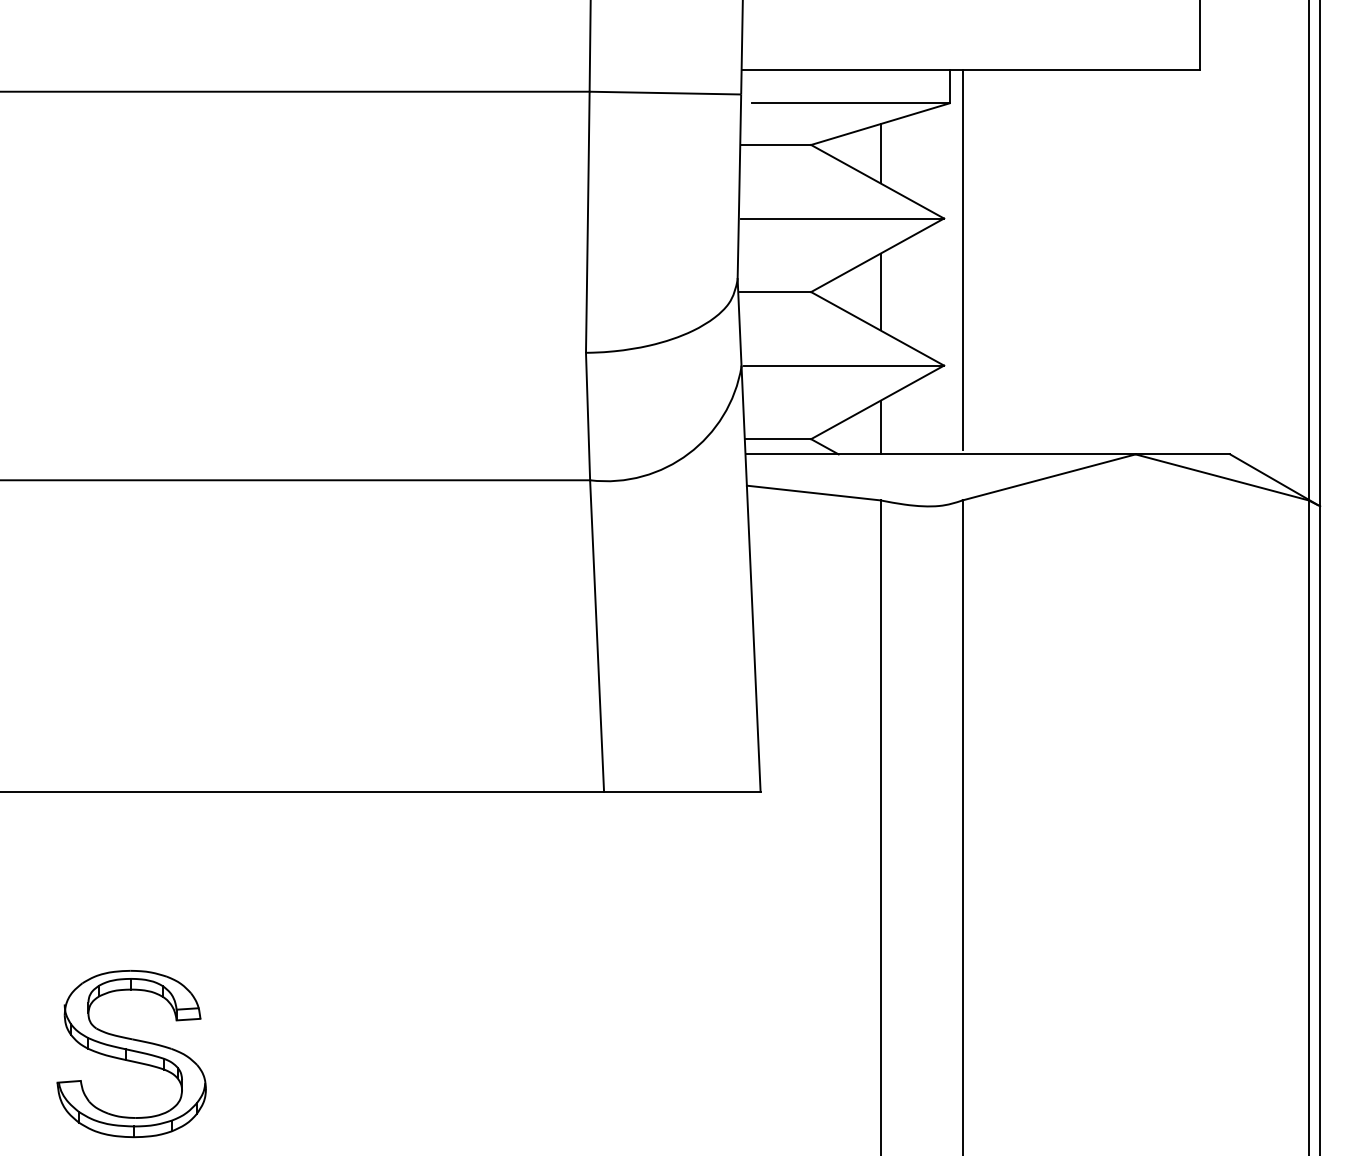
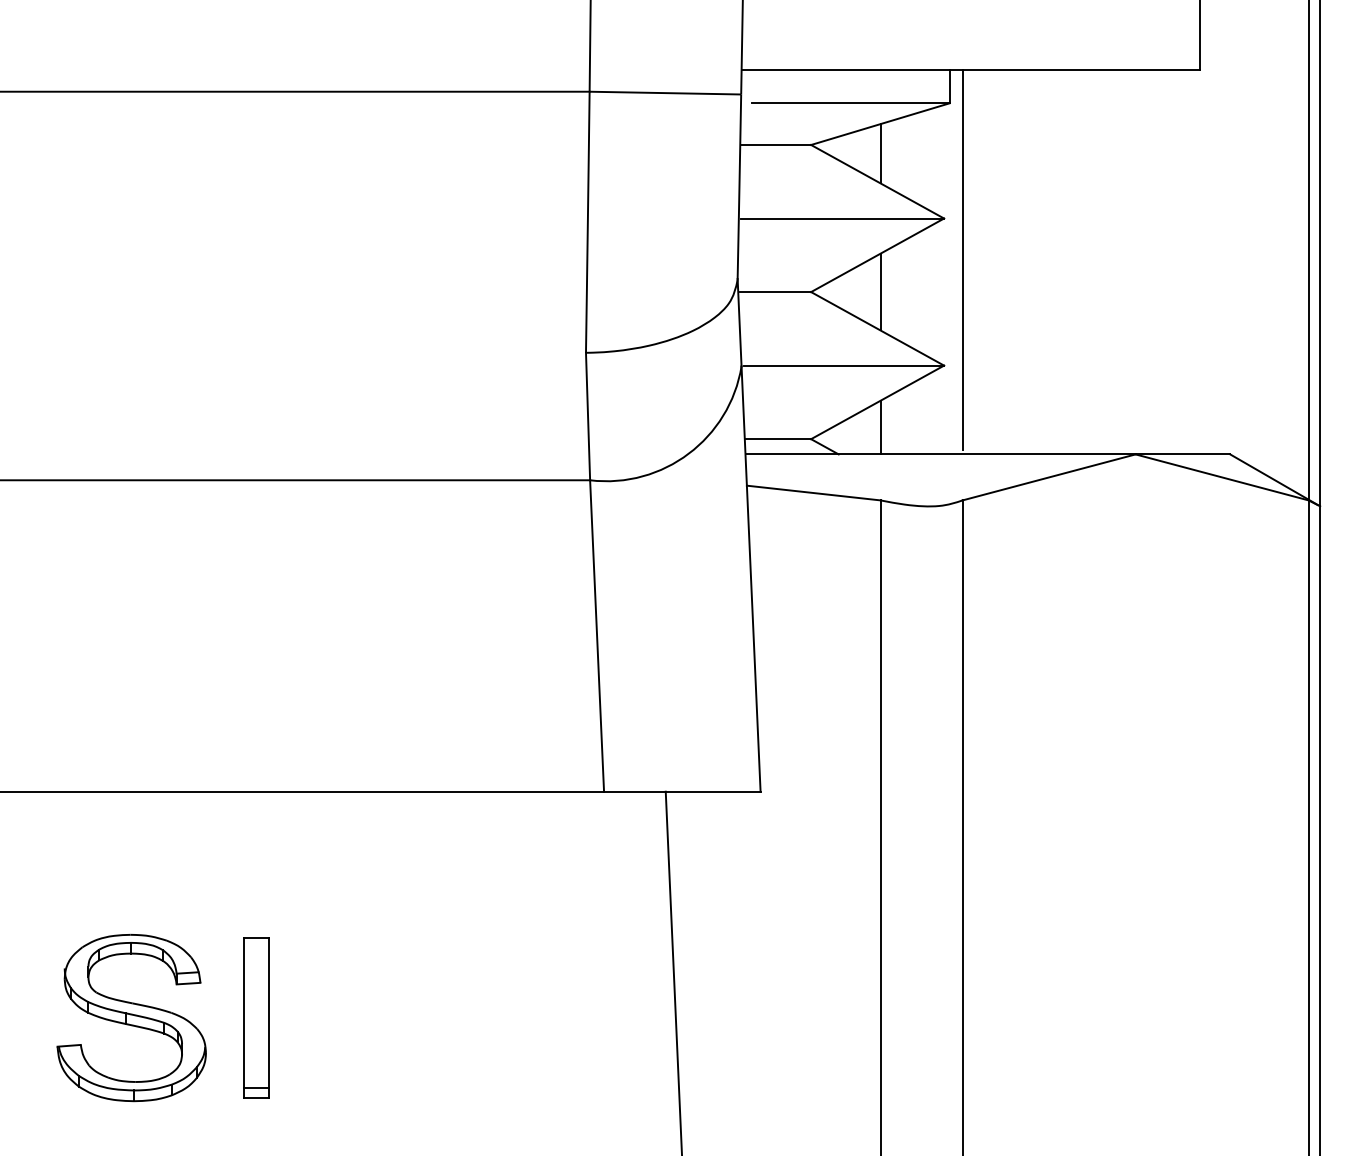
line at (673, 971): none -> present
part at (256, 1017): none -> present
part at (131, 1054) position: (131, 1054) -> (131, 1018)
